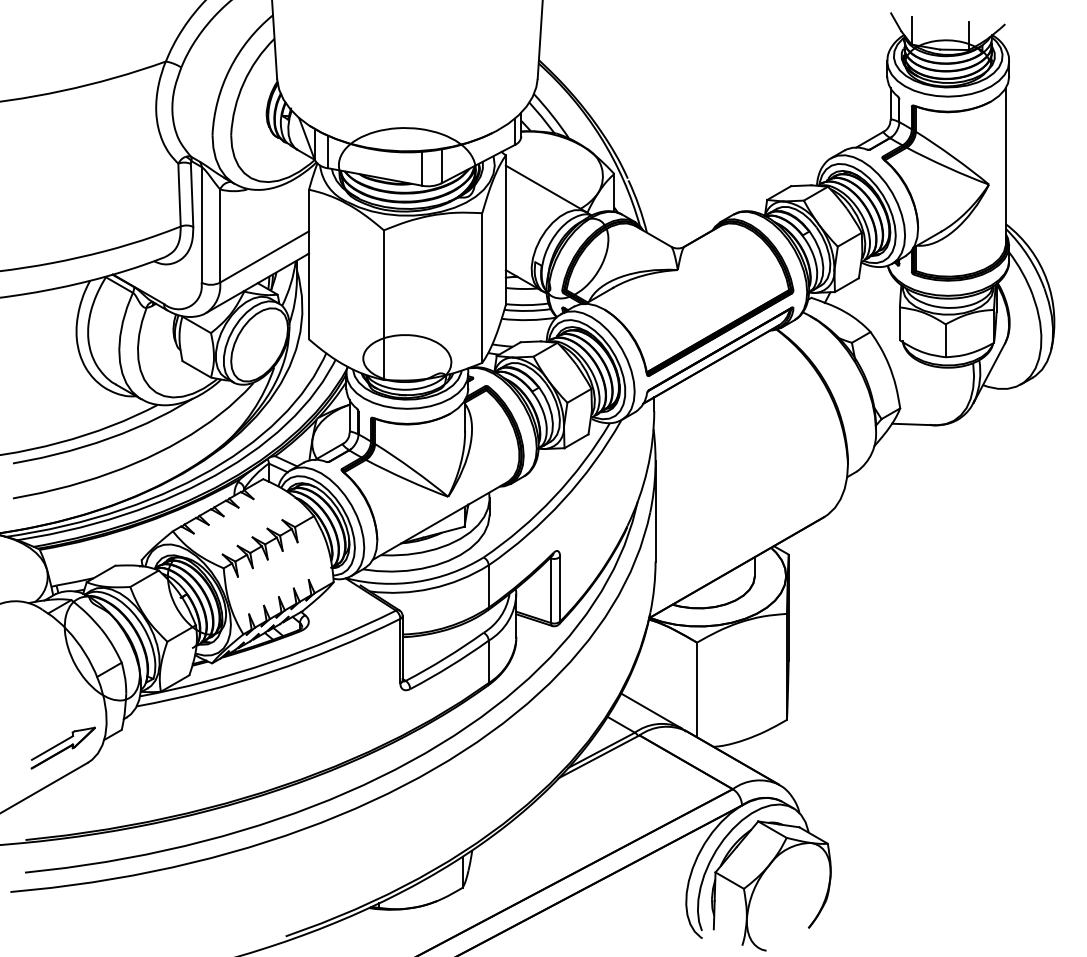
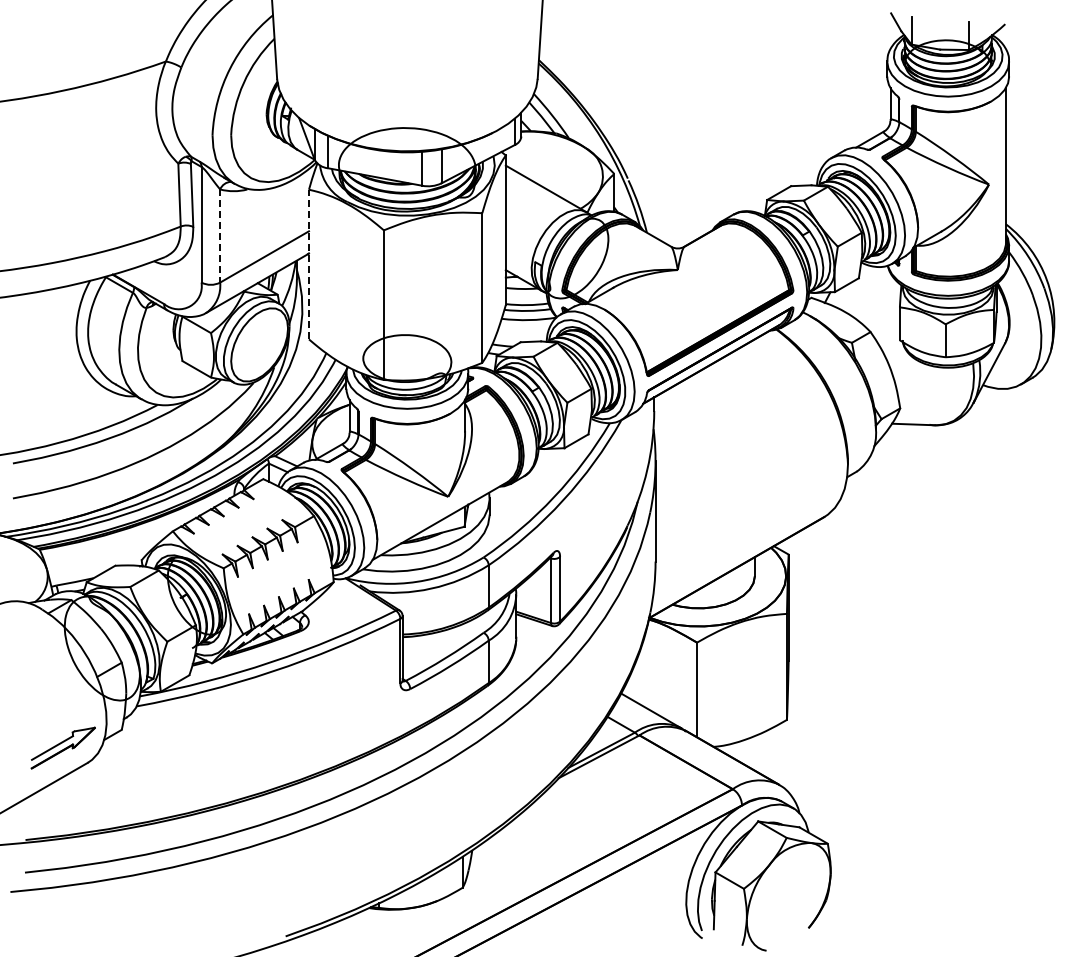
line at (220, 236): solid -> dashed
line at (309, 264): solid -> dashed
